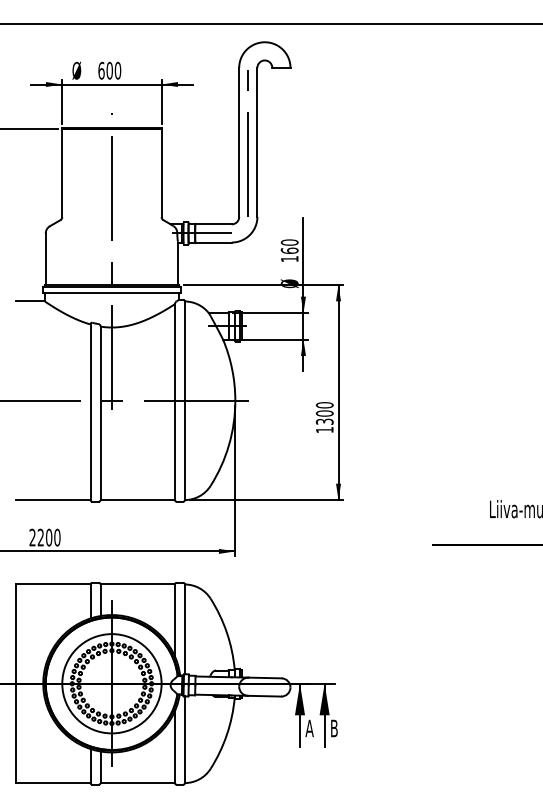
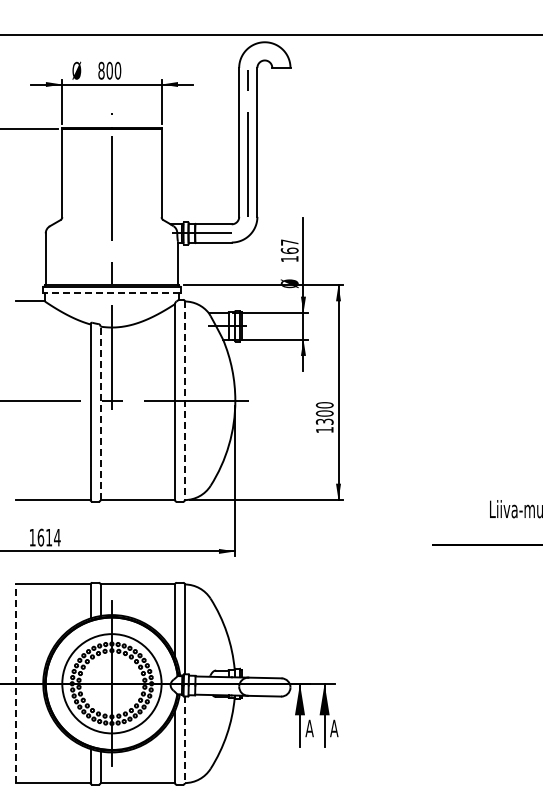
line at (270, 24) position: (270, 24) -> (270, 35)
text at (101, 70): 600 -> 800
text at (289, 242): 160 -> 167
line at (111, 293): solid -> dashed
line at (184, 401): solid -> dashed
line at (100, 413): solid -> dashed
text at (44, 537): 2200 -> 1614
line at (16, 683): solid -> dashed
text at (334, 728): B -> A
line at (184, 740): solid -> dashed
